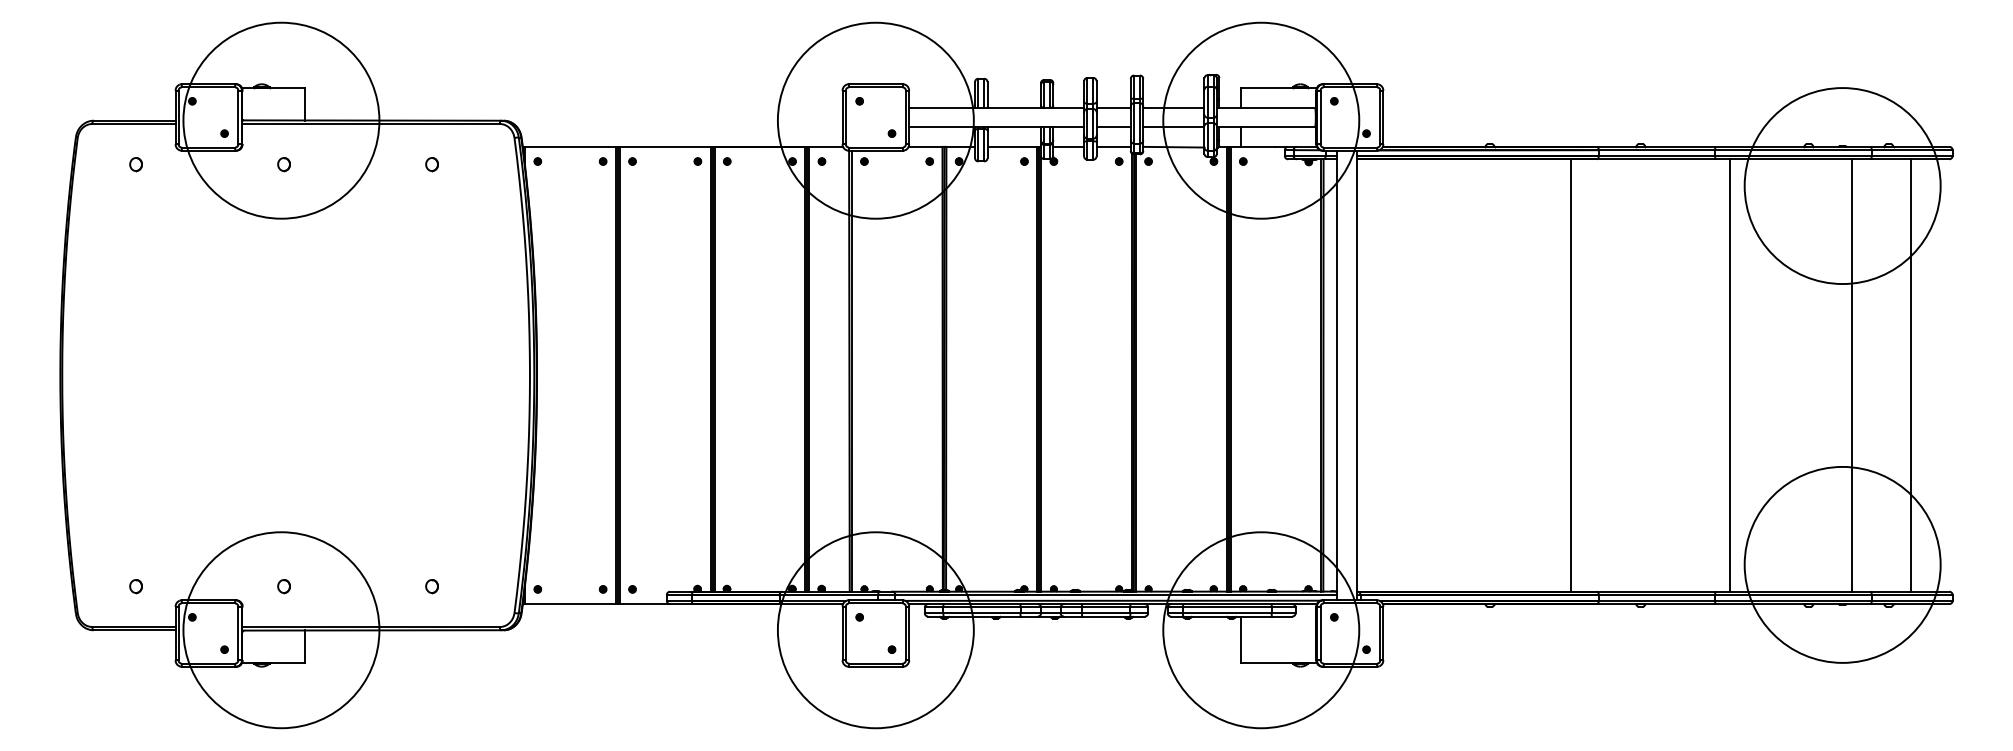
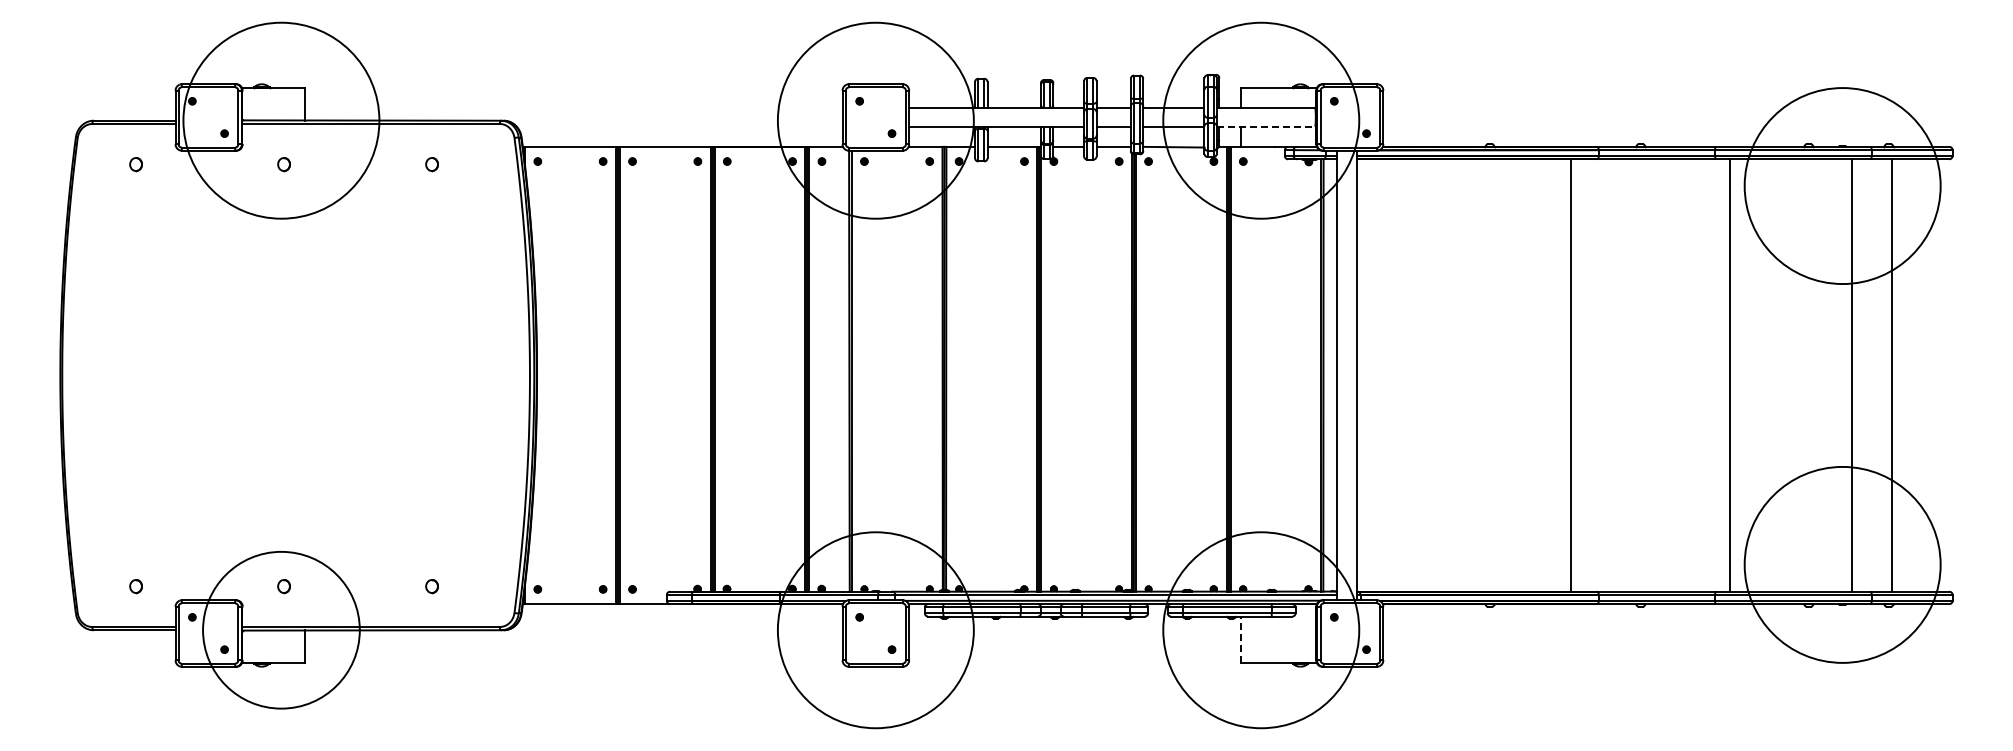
line at (1266, 127): solid -> dashed
line at (1911, 375) position: (1911, 375) -> (1892, 375)
circle at (281, 630) diameter: 196 px -> 157 px
line at (1240, 639): solid -> dashed
